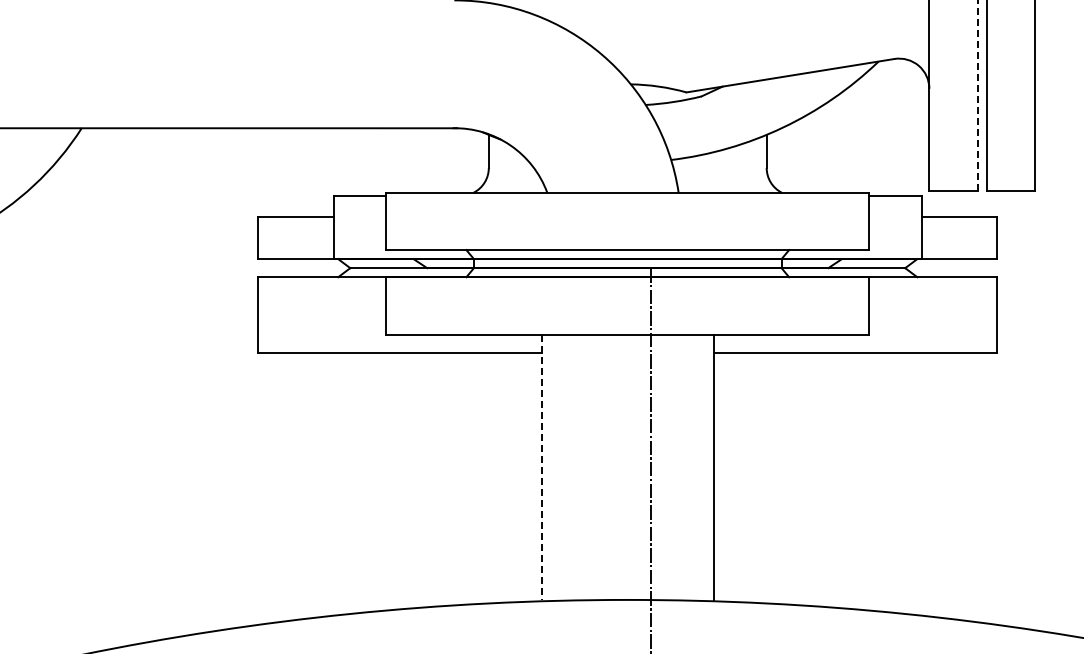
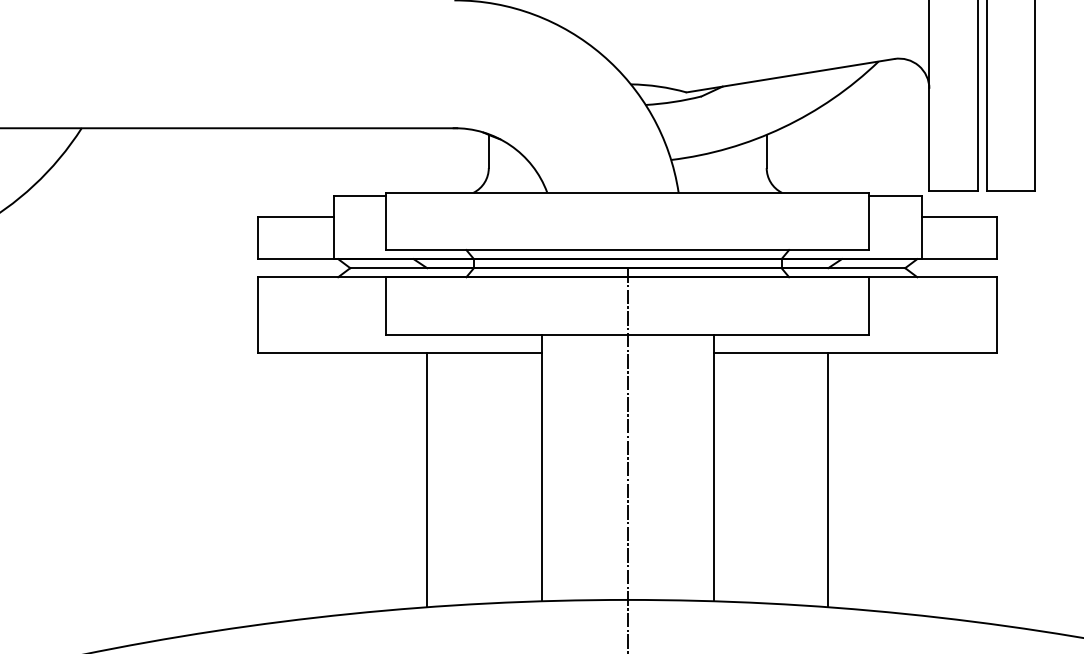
line at (977, 94): dashed -> solid
line at (650, 459) position: (650, 459) -> (627, 459)
line at (541, 467): dashed -> solid
line at (427, 479): none -> present
line at (828, 479): none -> present
